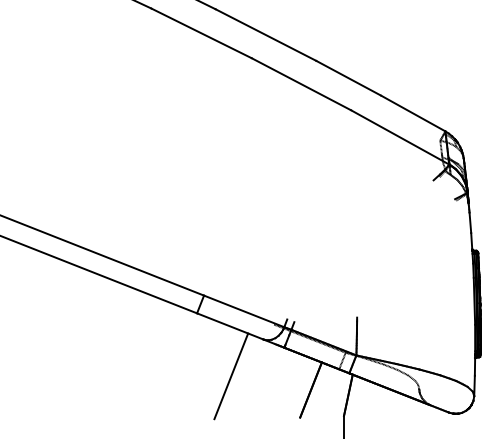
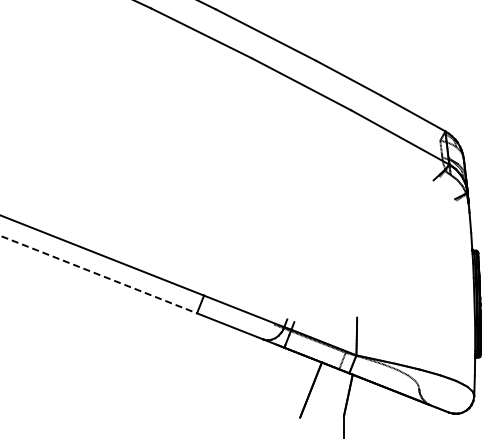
line at (98, 274): solid -> dashed
line at (231, 376): present -> none
